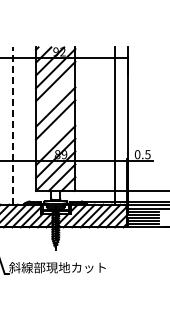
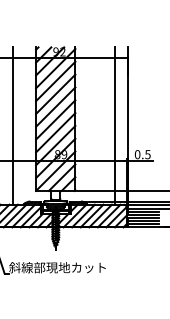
line at (55, 93): none -> present
line at (12, 126): dashed -> solid
line at (55, 132): none -> present
